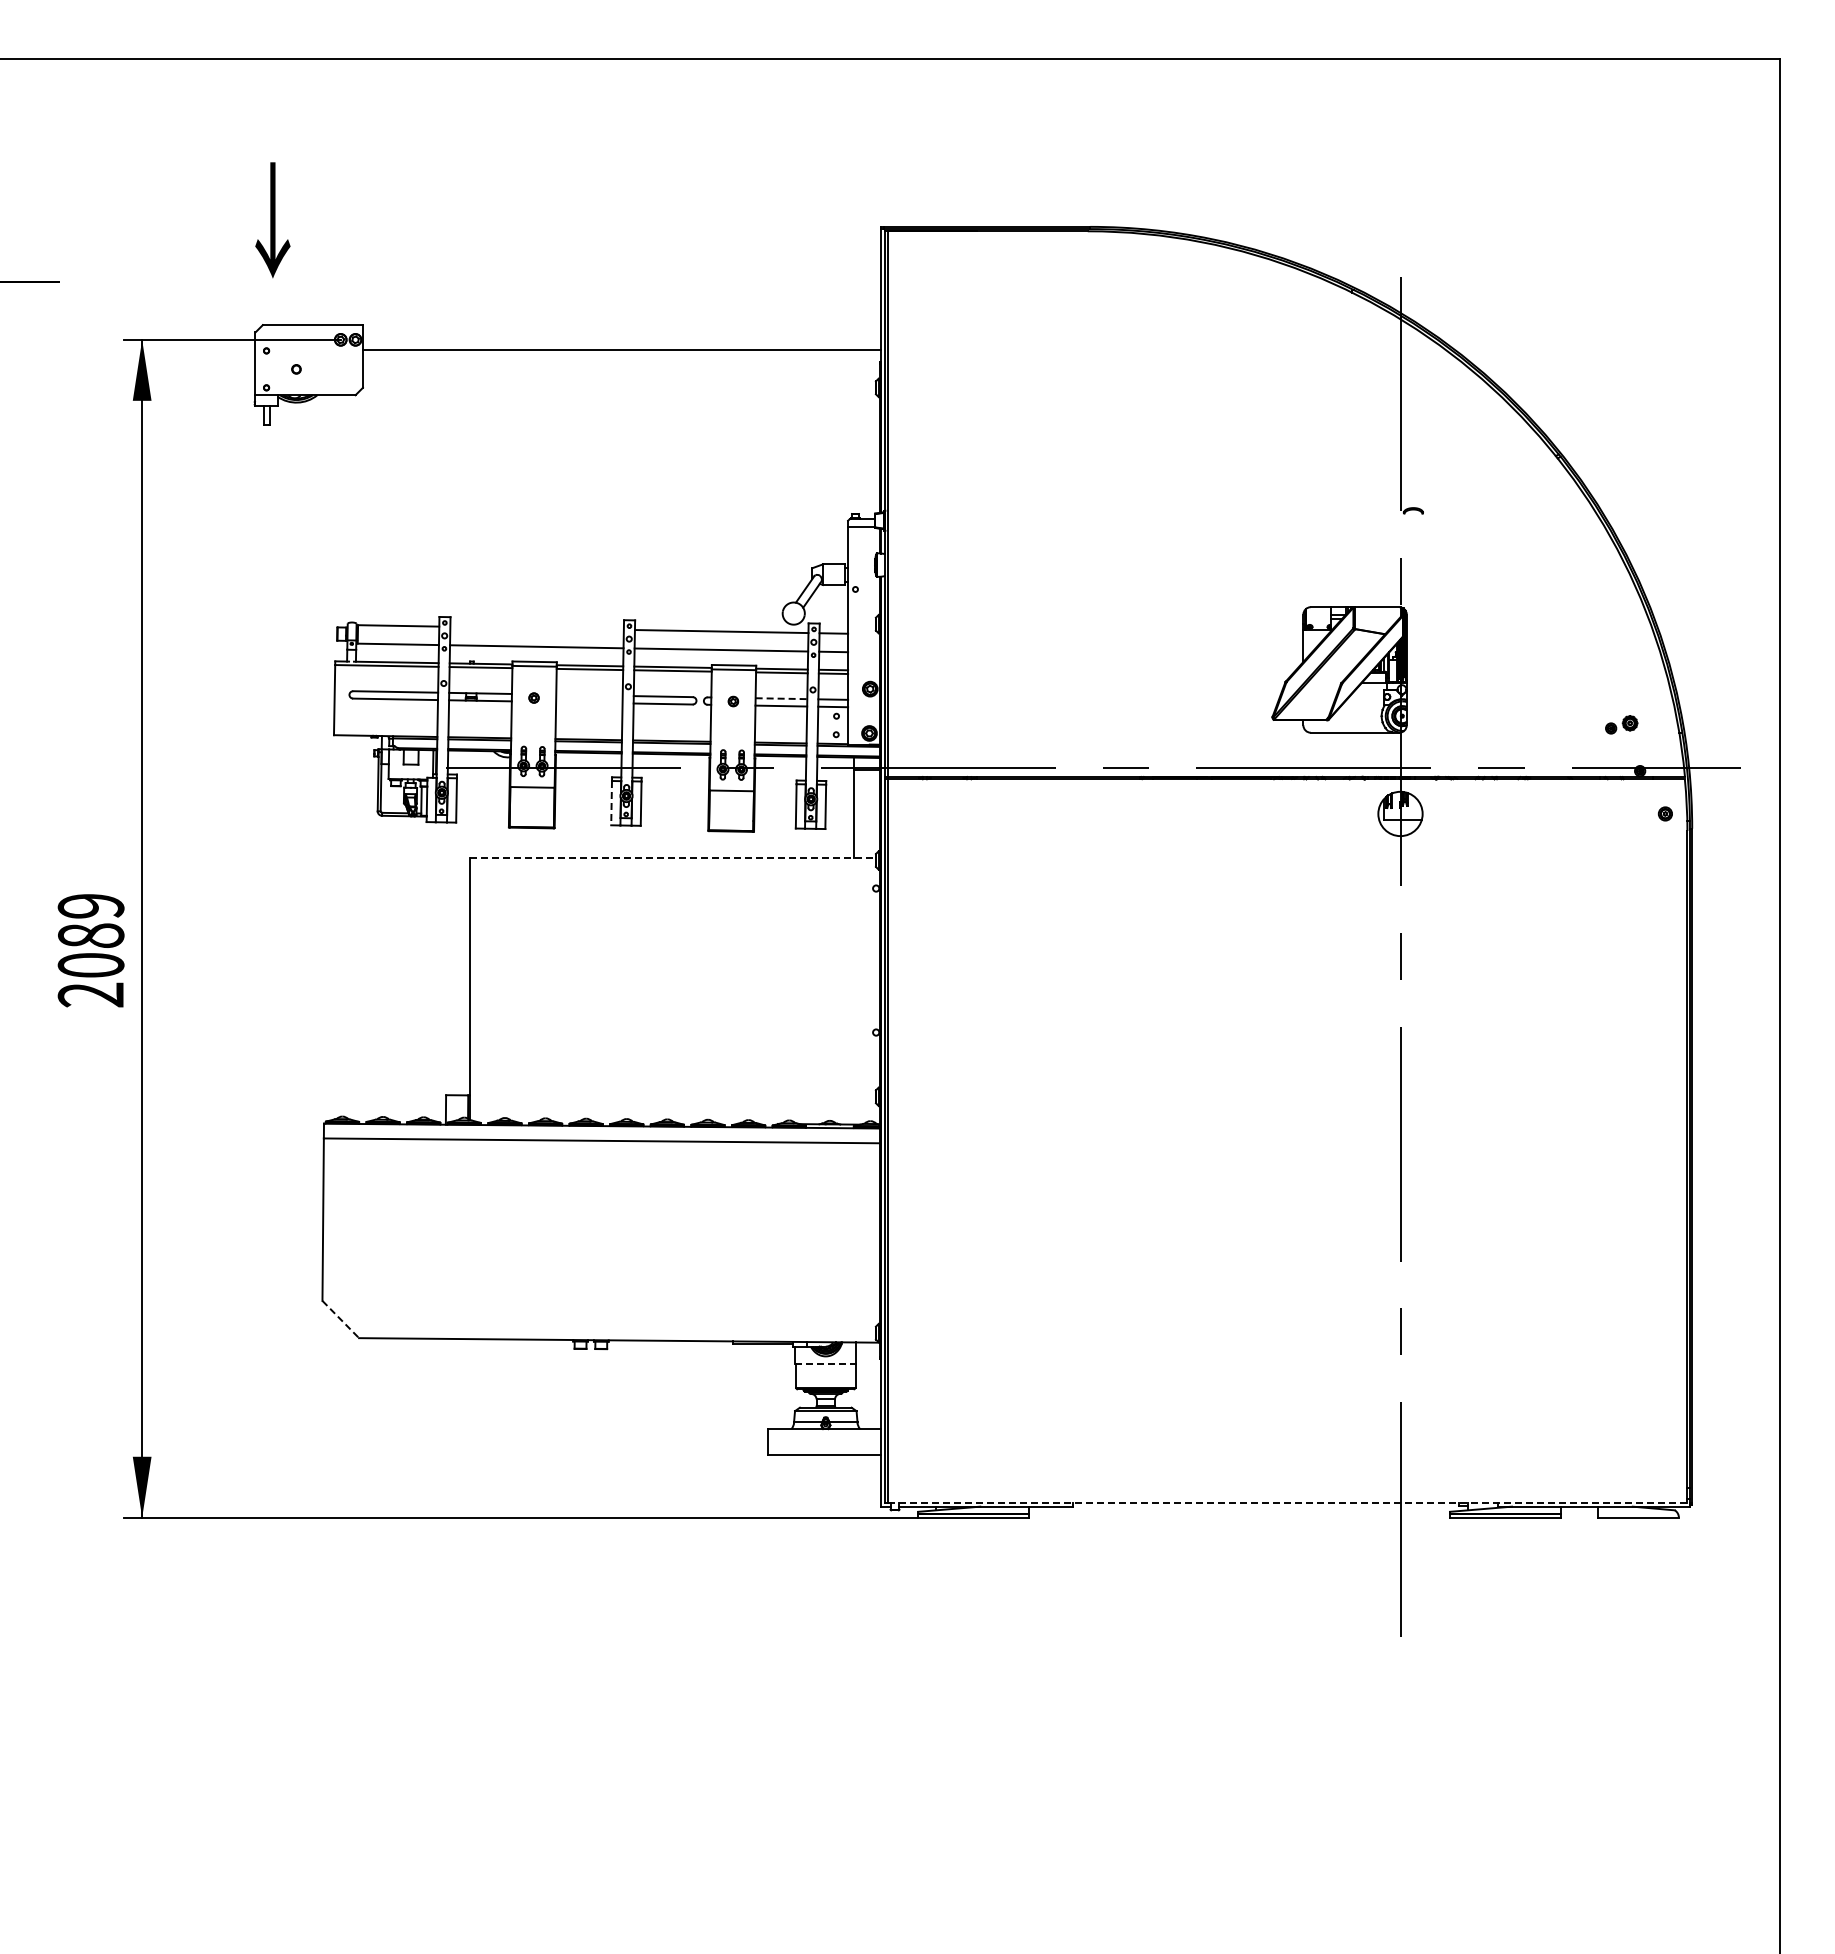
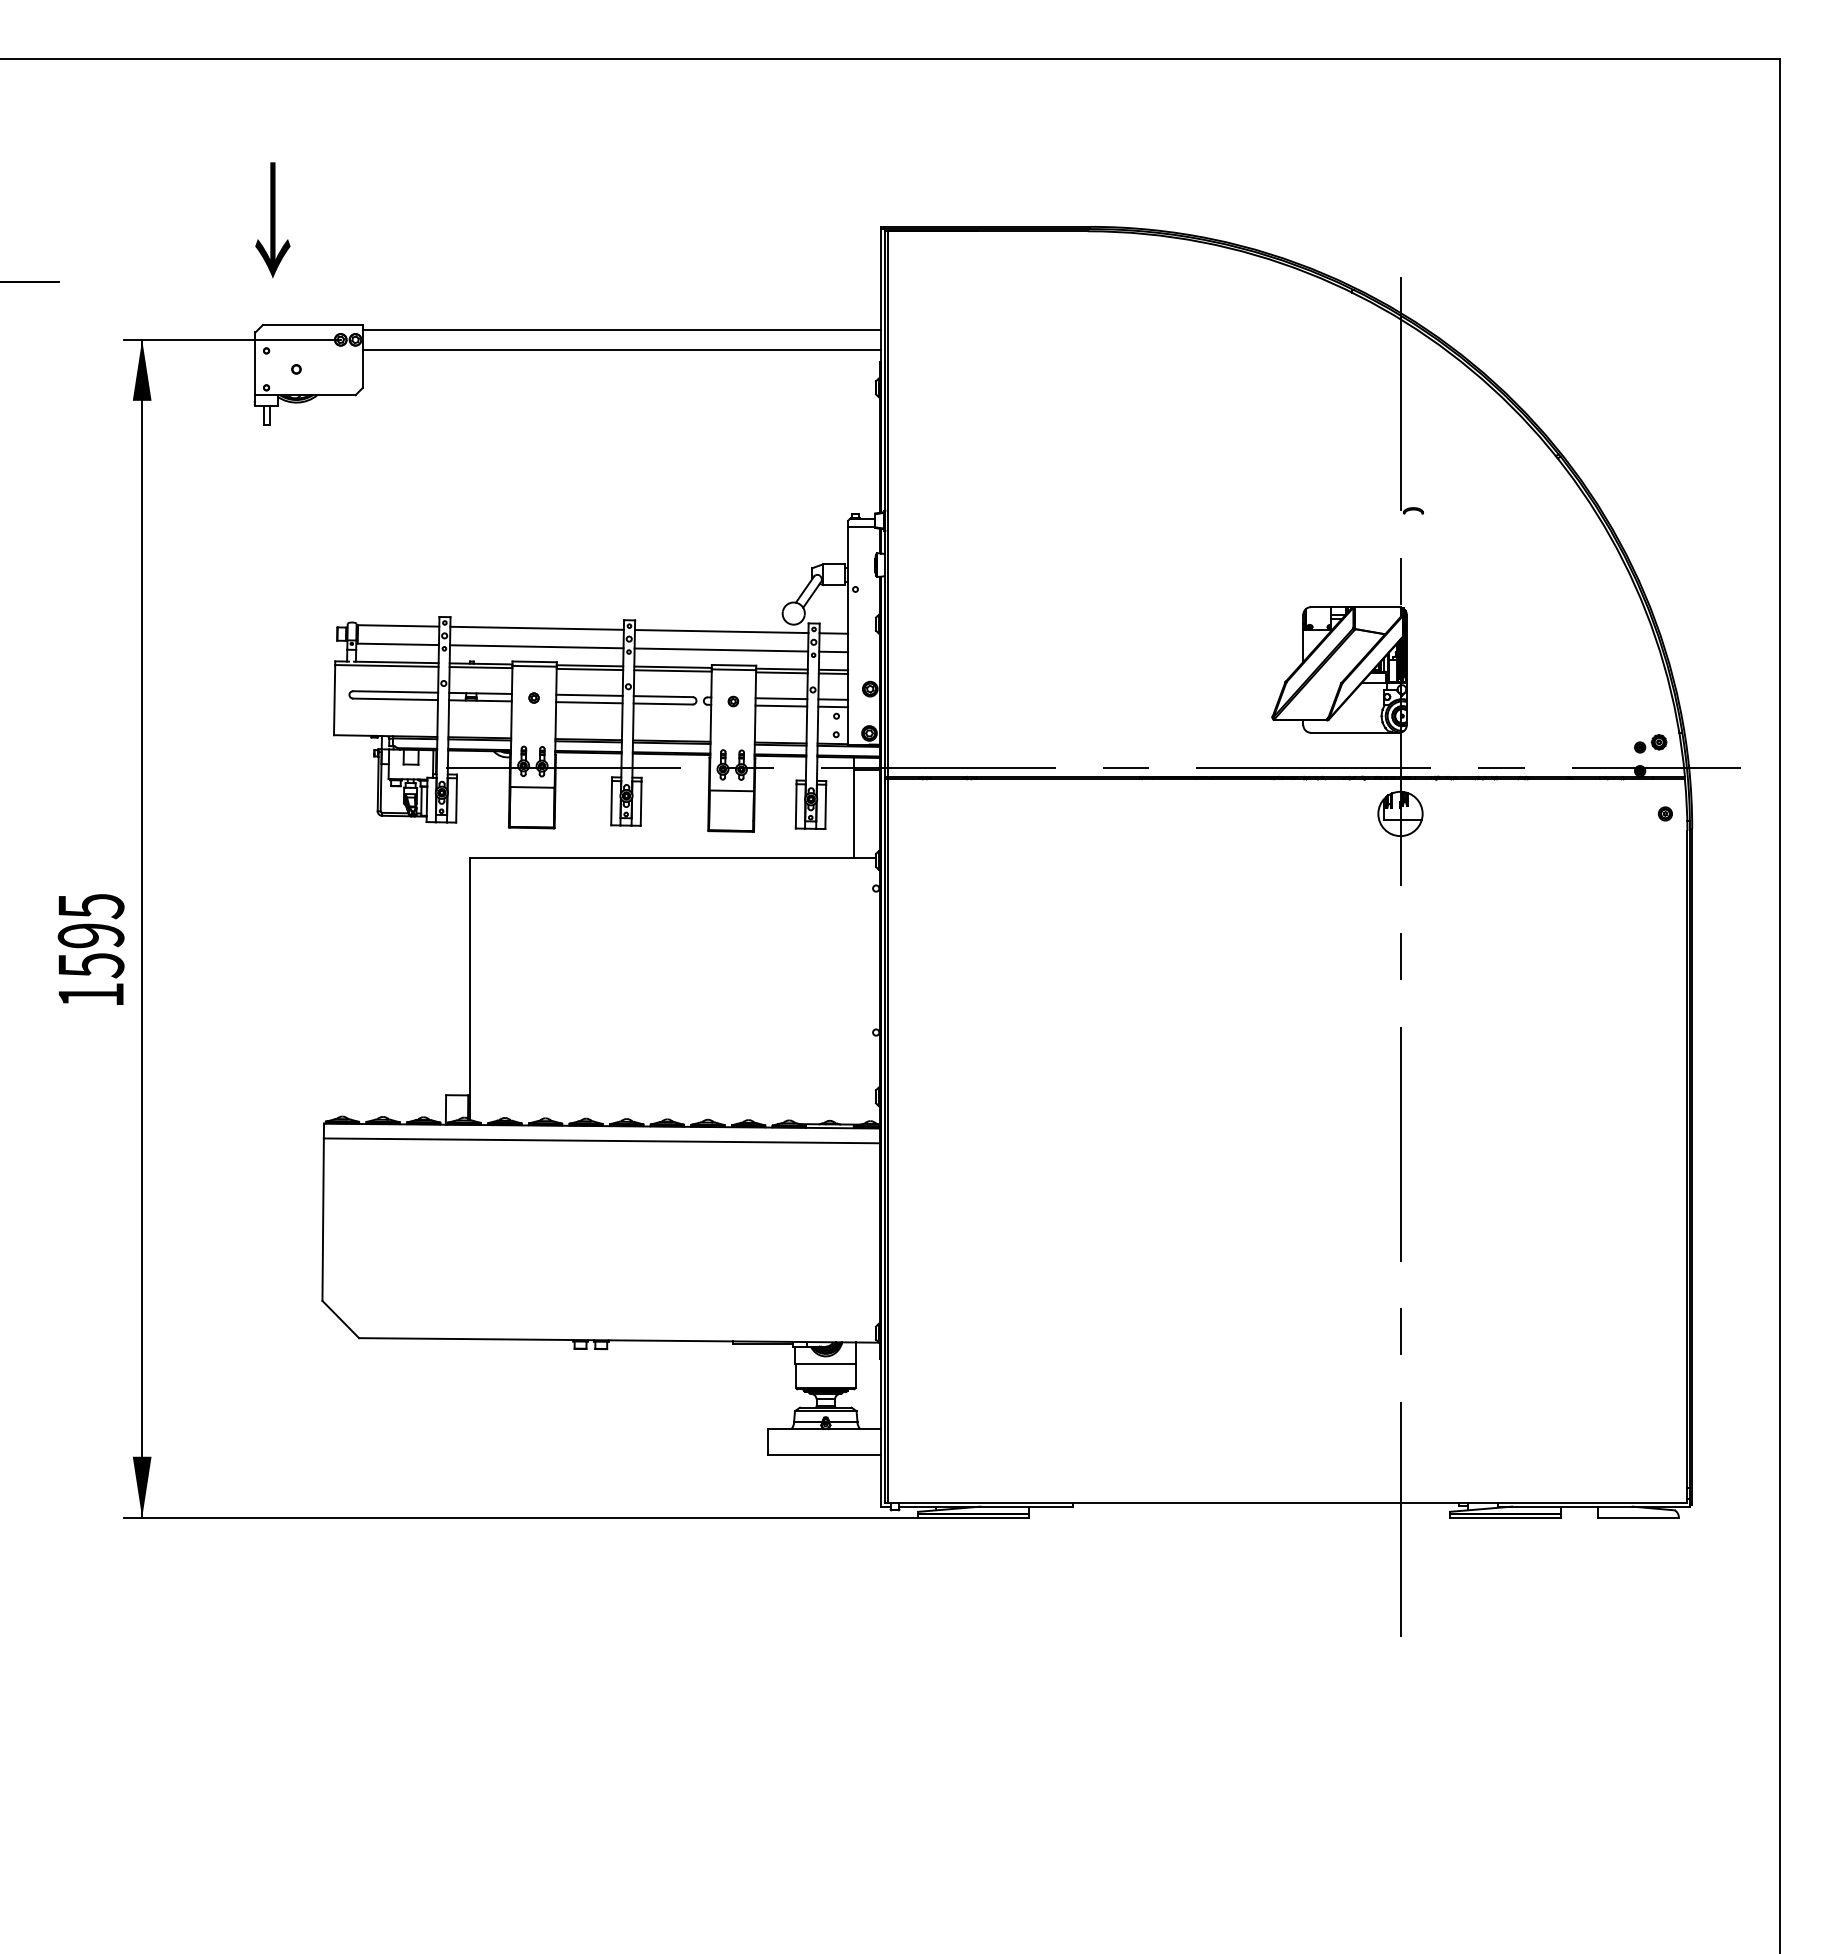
line at (621, 329): none -> present
line at (536, 627): none -> present
line at (589, 694): none -> present
line at (781, 698): dashed -> solid
line at (589, 702): none -> present
part at (1621, 724) position: (1621, 724) -> (1650, 743)
line at (611, 803): dashed -> solid
line at (672, 857): dashed -> solid
text at (90, 950): 2089 -> 1595
line at (341, 1319): dashed -> solid
line at (826, 1363): dashed -> solid
line at (1287, 1502): dashed -> solid
